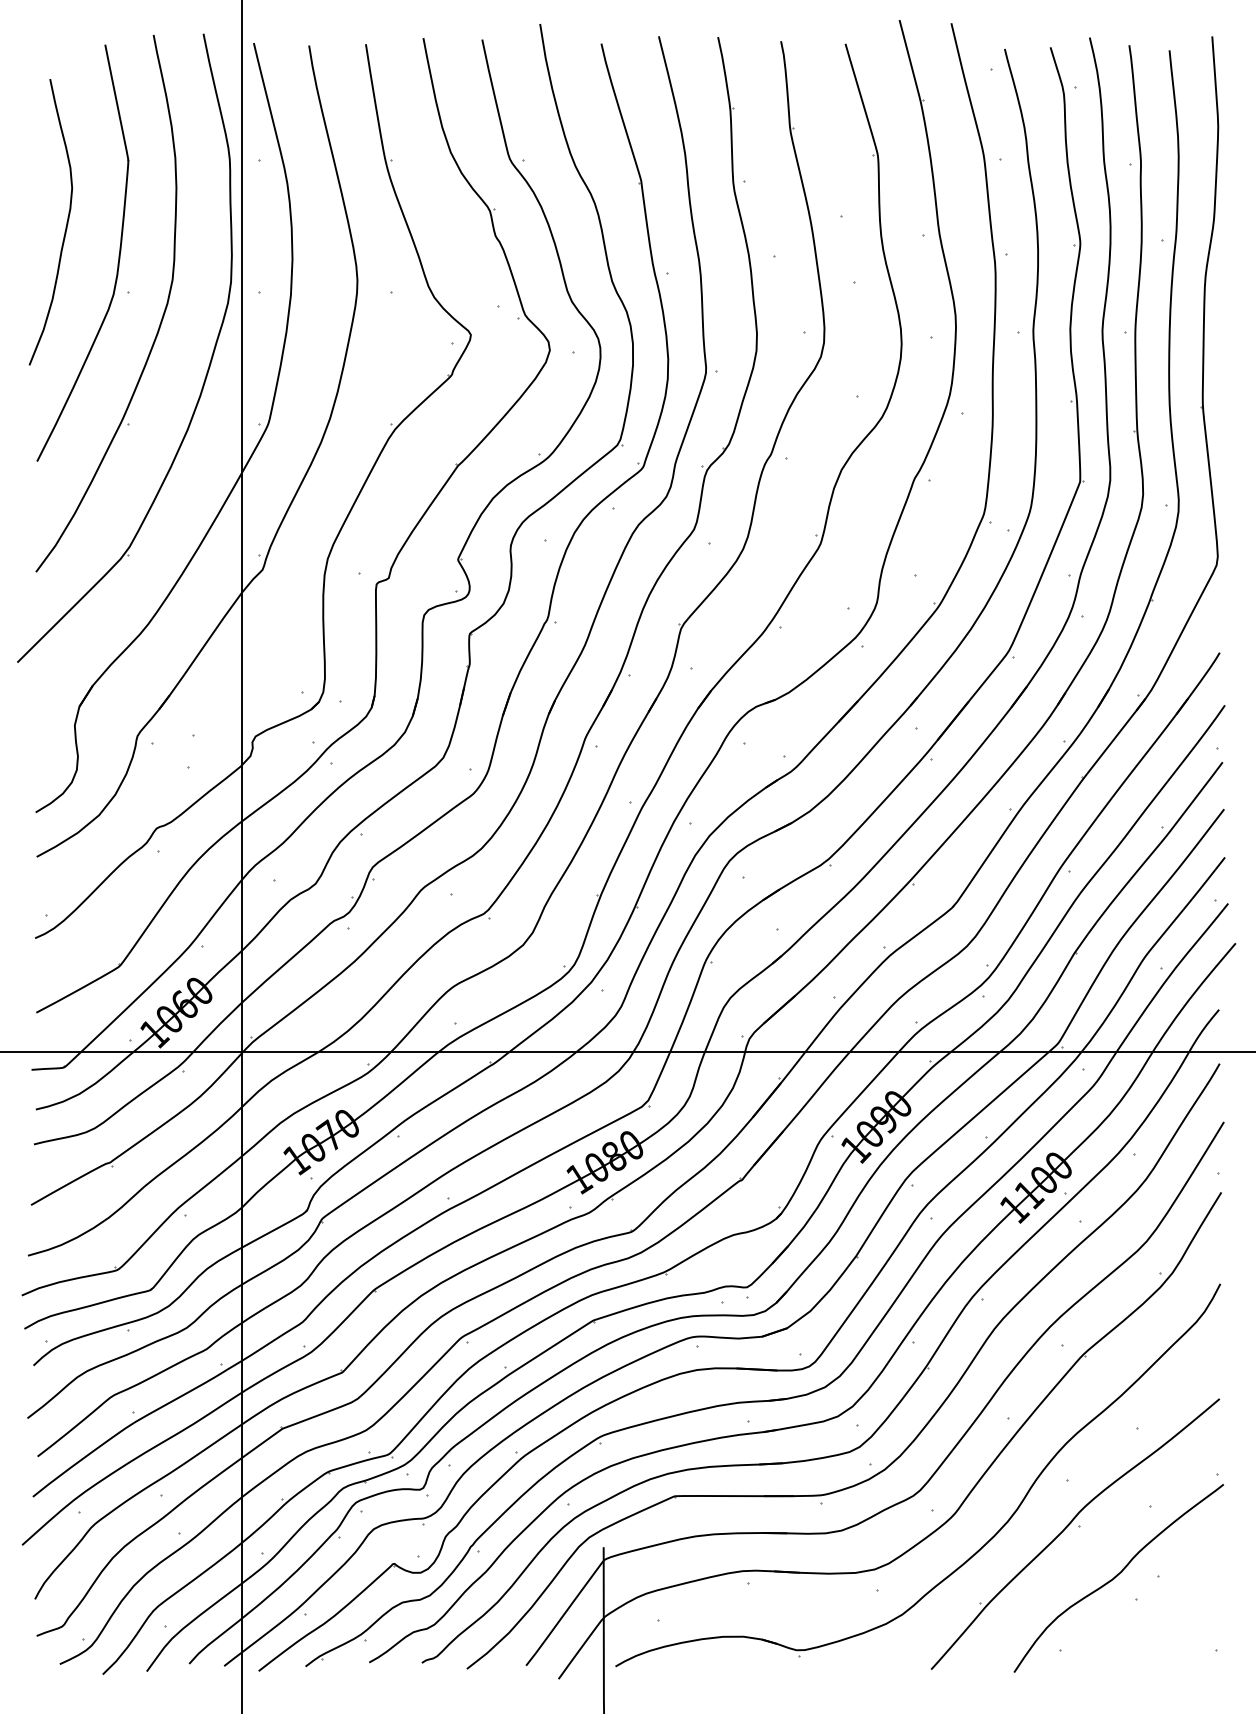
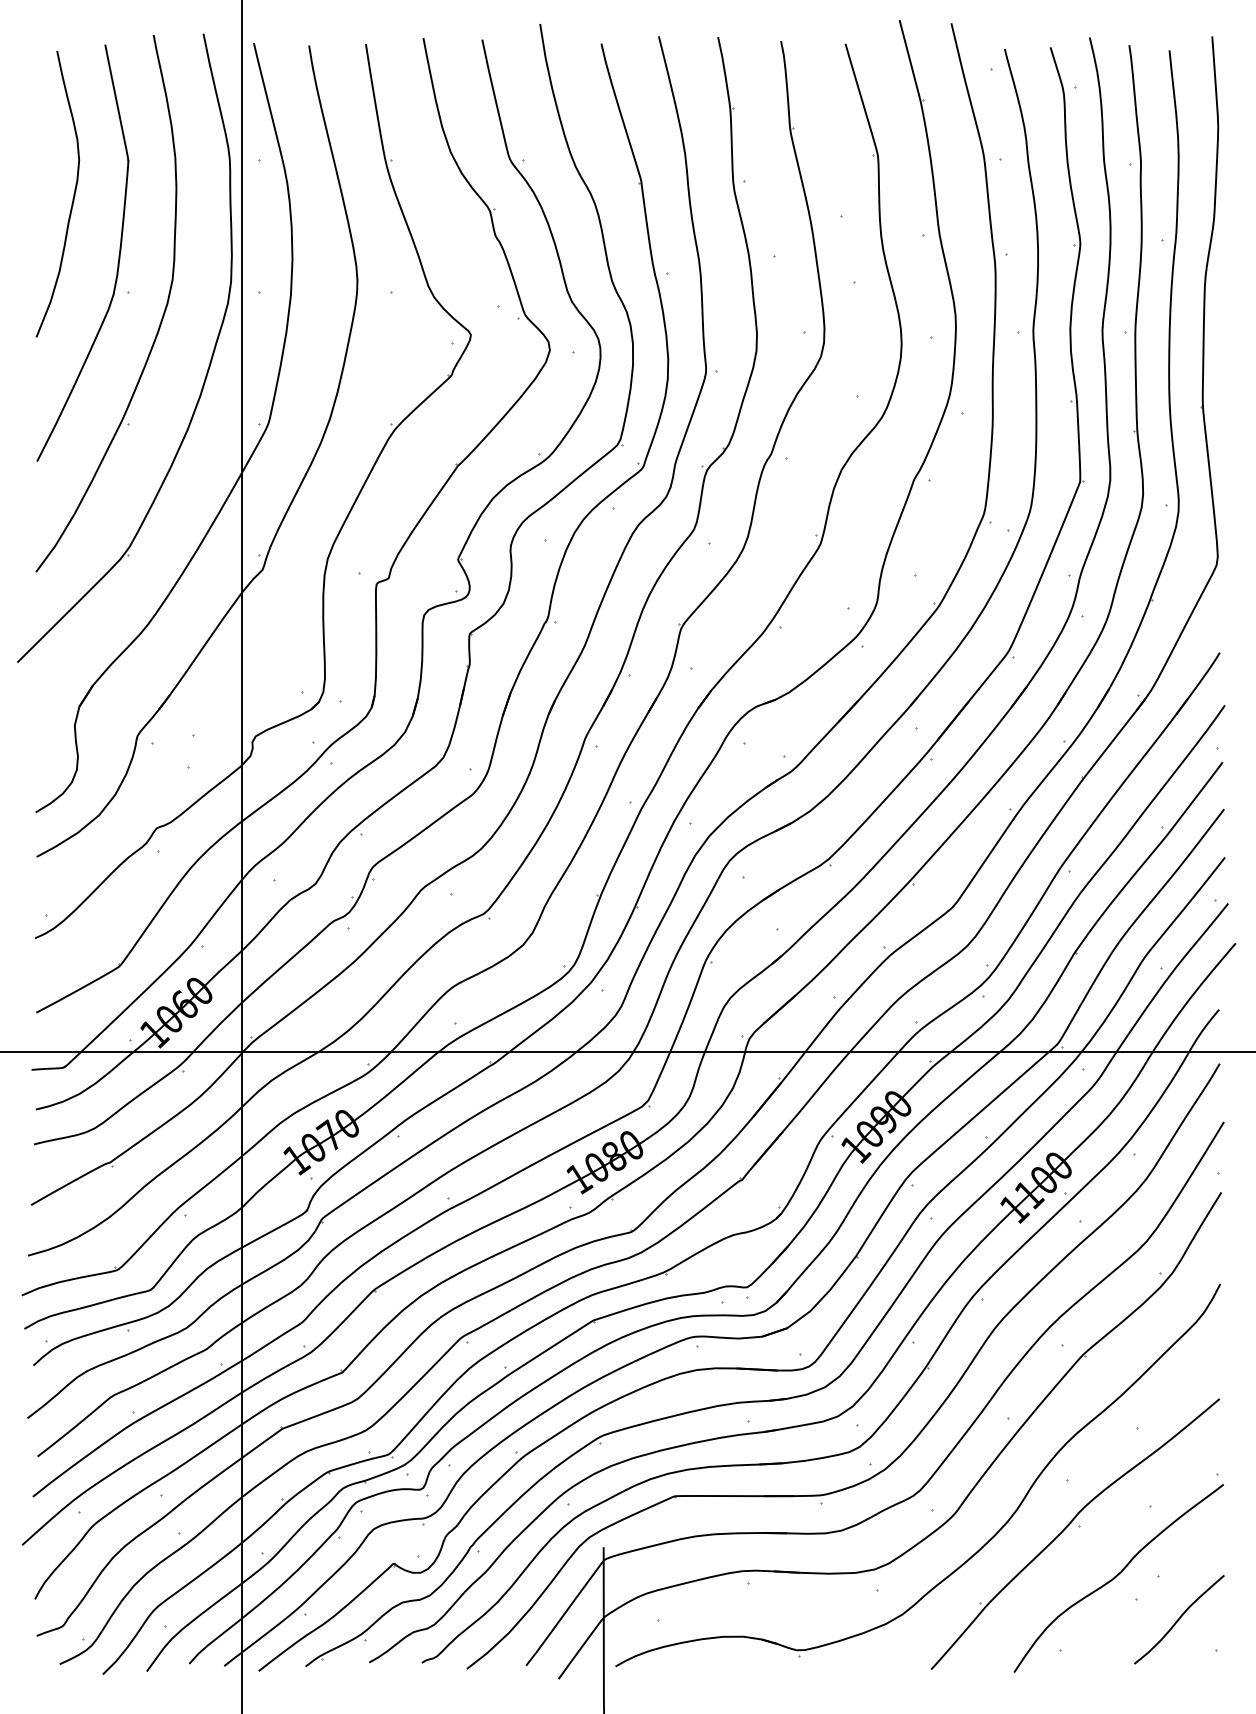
curve at (65, 226) position: (65, 226) -> (72, 198)
curve at (1179, 1619): none -> present
